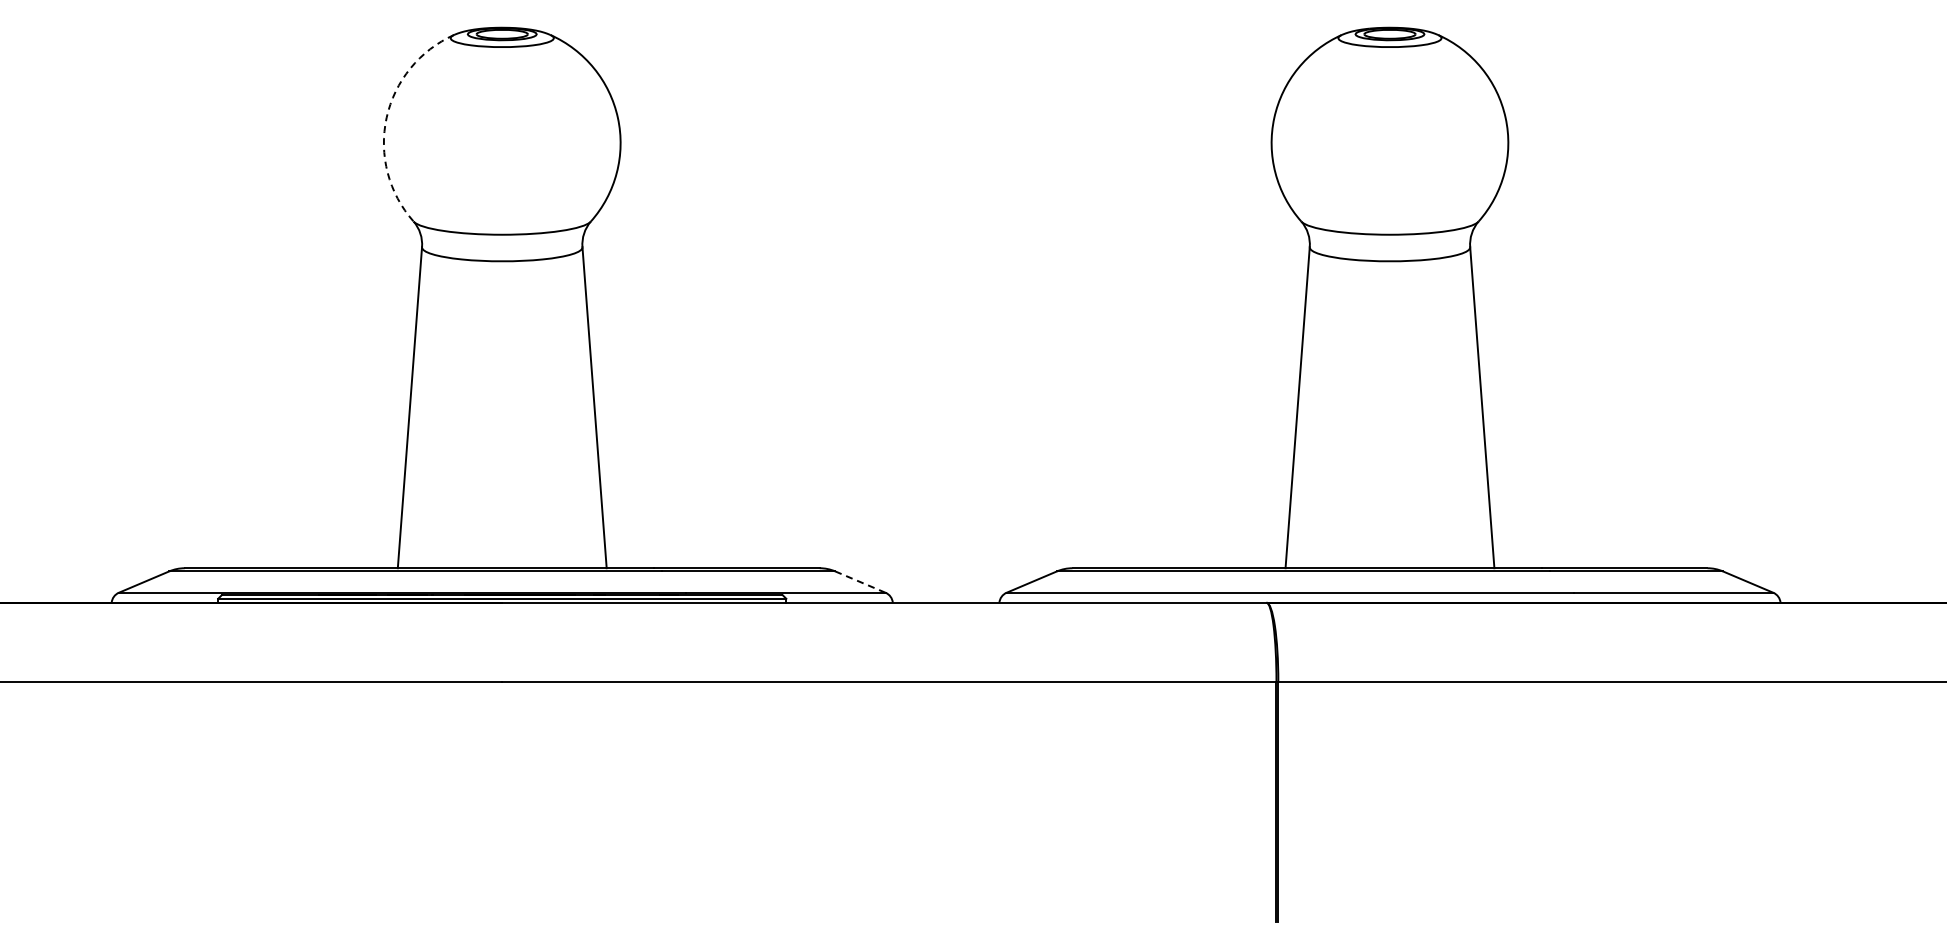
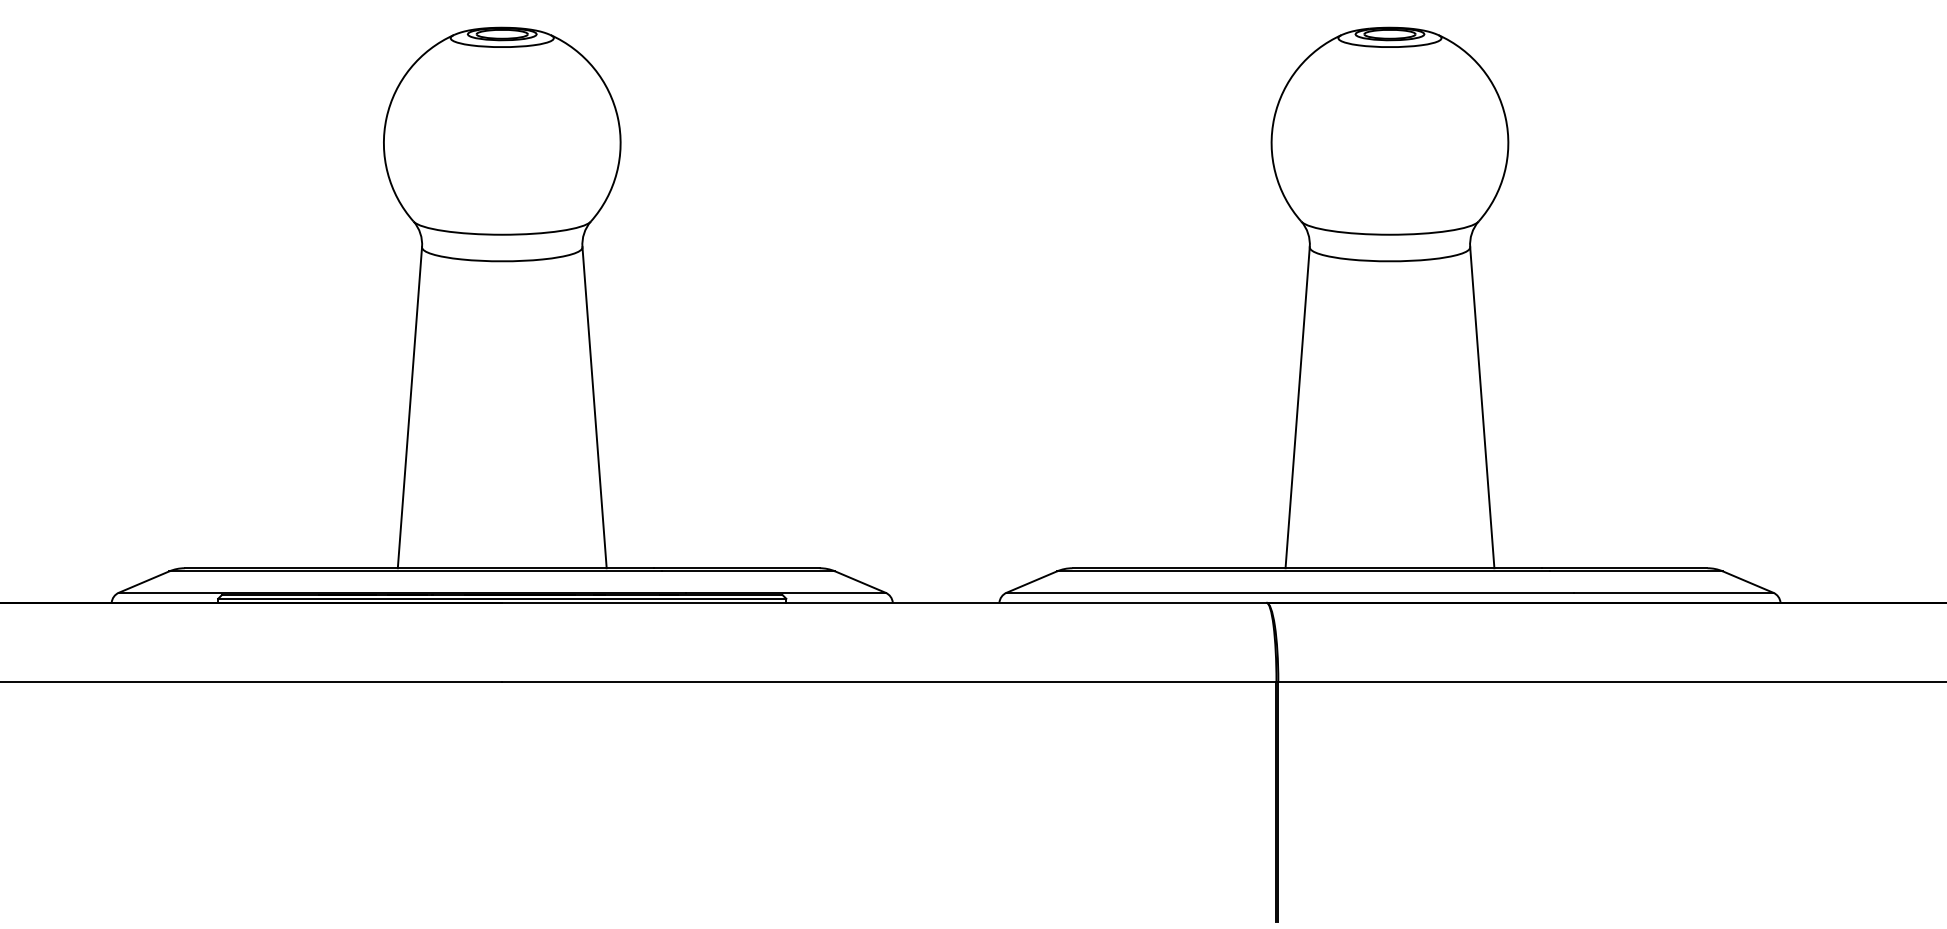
arc at (386, 117): dashed -> solid
line at (860, 582): dashed -> solid
